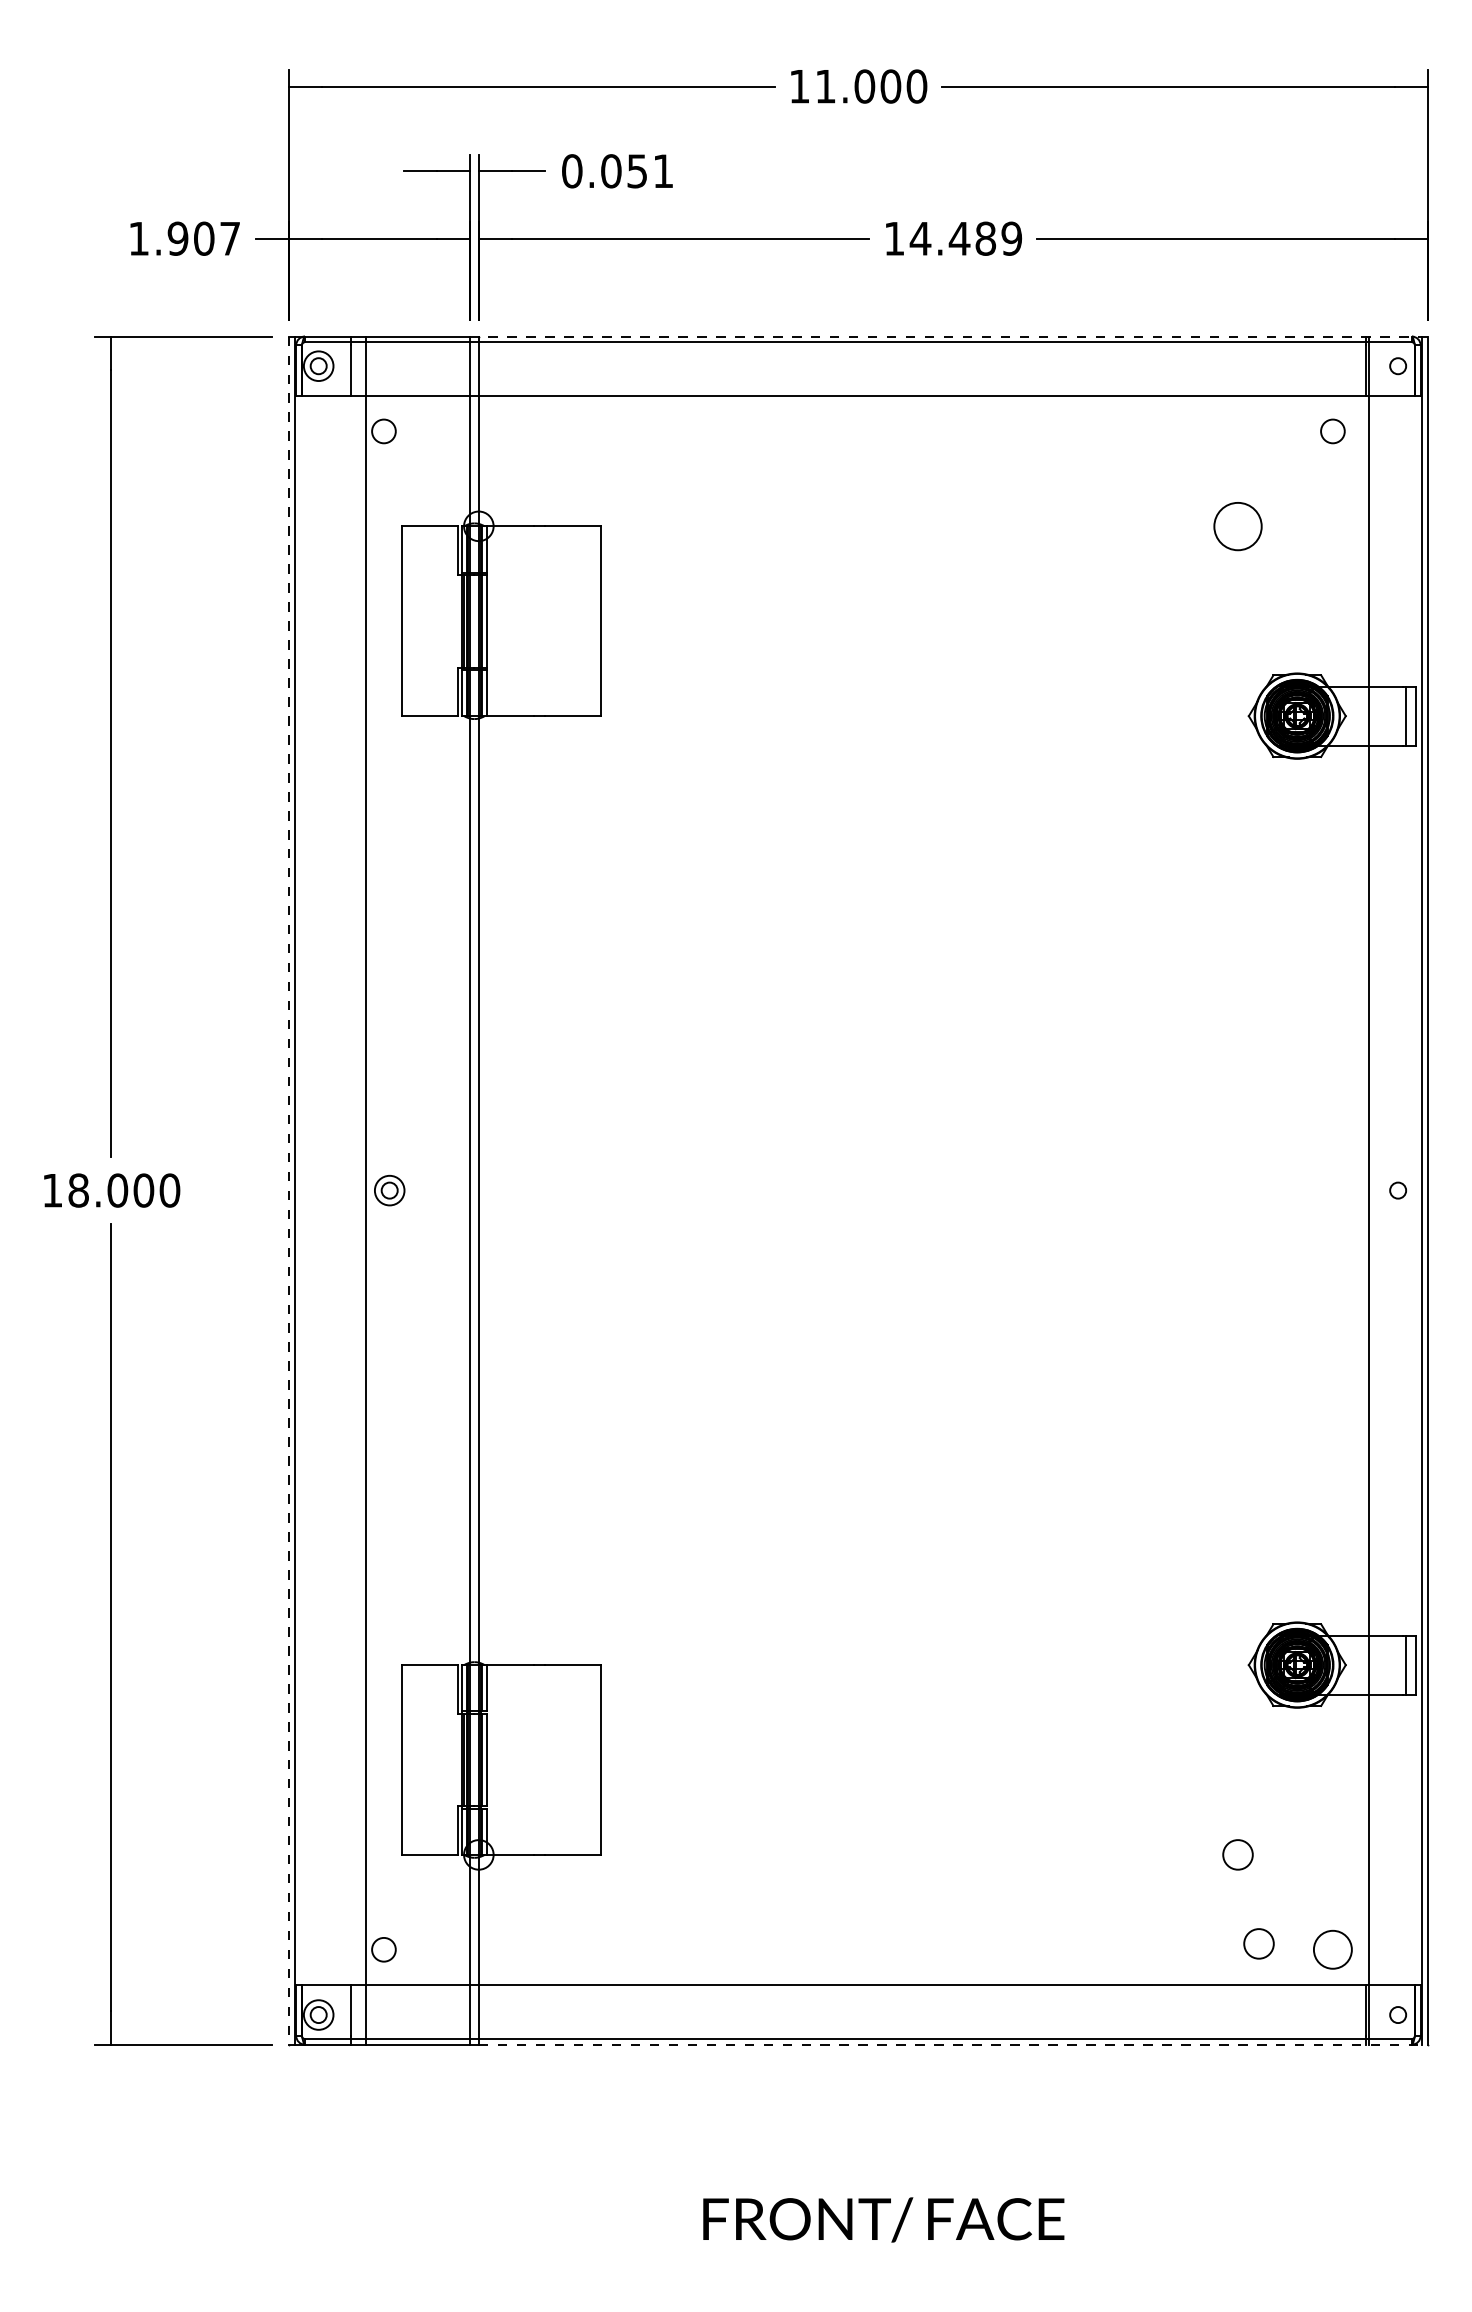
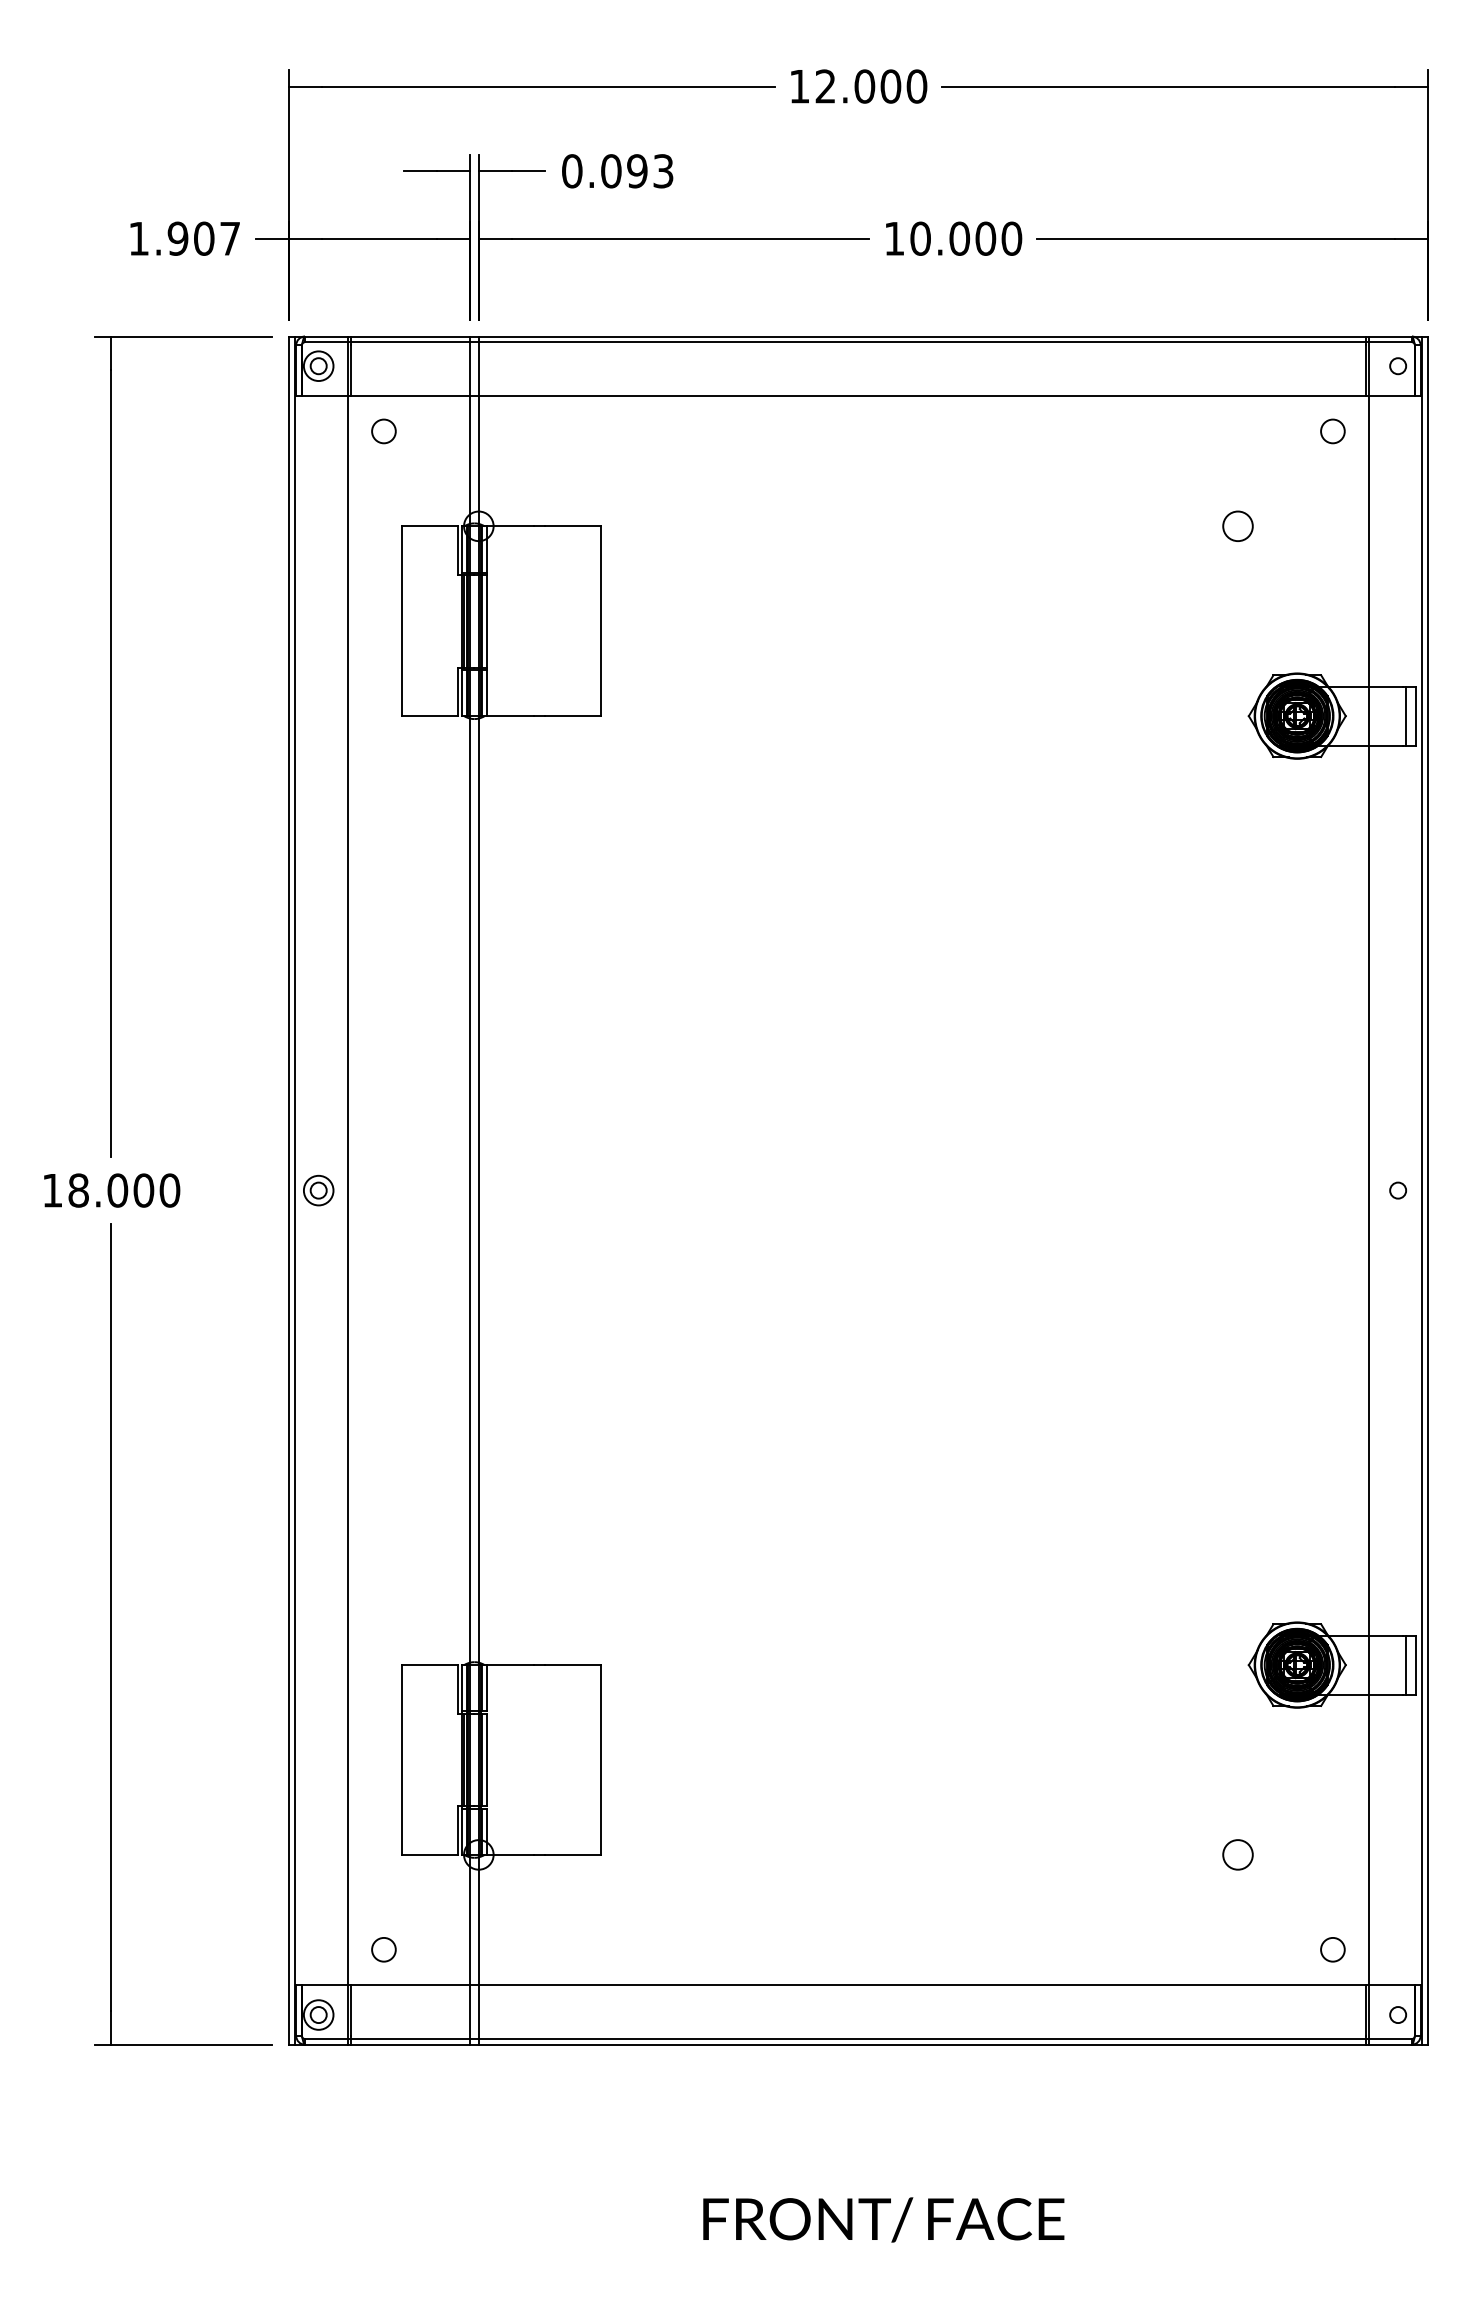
text at (825, 86): 11.000 -> 12.000
text at (650, 171): 0.051 -> 0.093
text at (965, 238): 14.489 -> 10.000
line at (952, 336): dashed -> solid
circle at (1237, 526) size: 50x50 px -> 32x32 px
line at (366, 1190) position: (366, 1190) -> (348, 1190)
part at (389, 1190) position: (389, 1190) -> (318, 1190)
line at (289, 1191): dashed -> solid
circle at (1258, 1943): present -> none
circle at (1332, 1949) diameter: 38 px -> 24 px
line at (953, 2044): dashed -> solid
